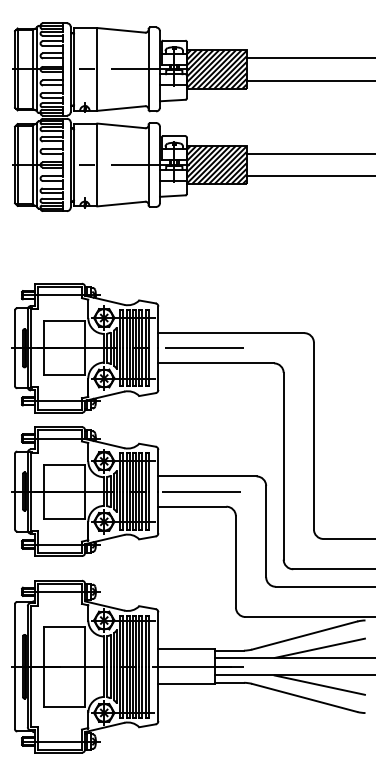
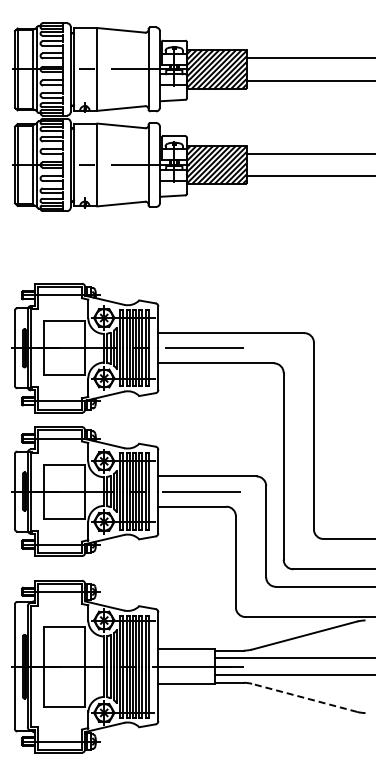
line at (319, 647): present -> none
line at (319, 684): present -> none
line at (304, 697): solid -> dashed
